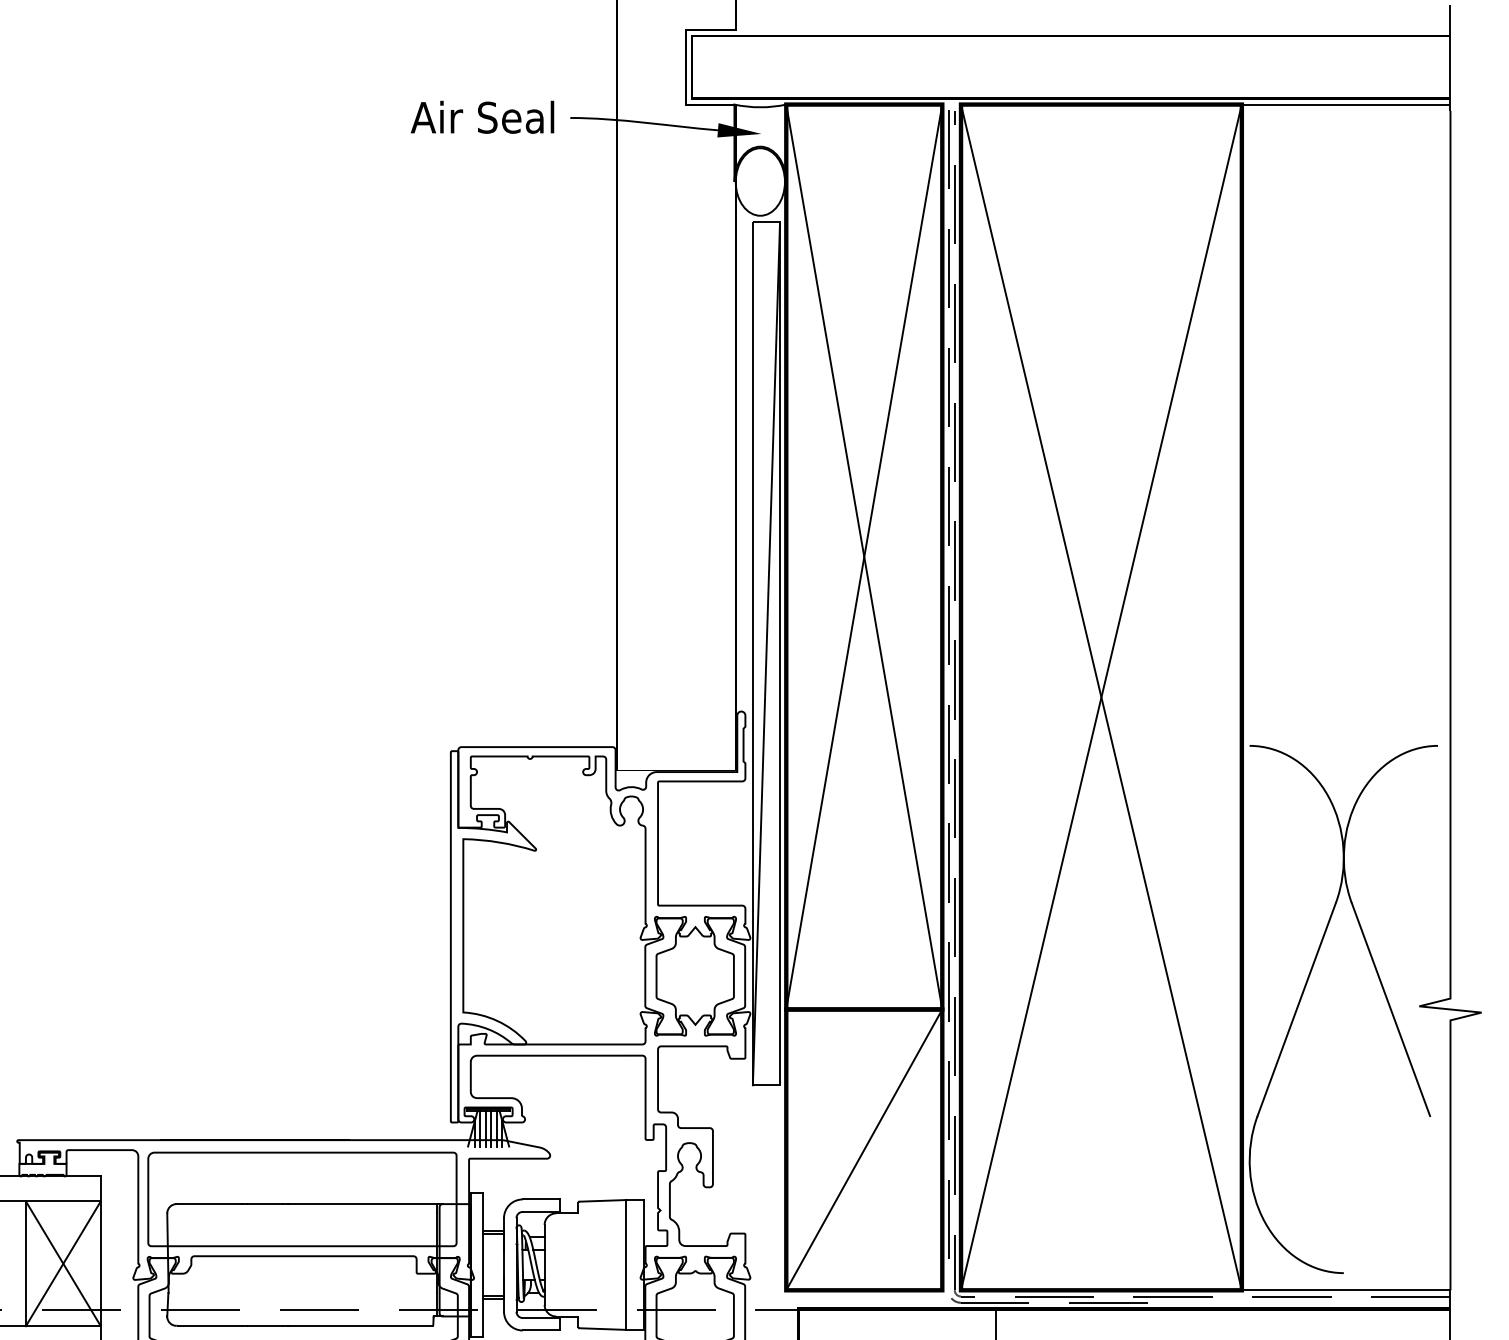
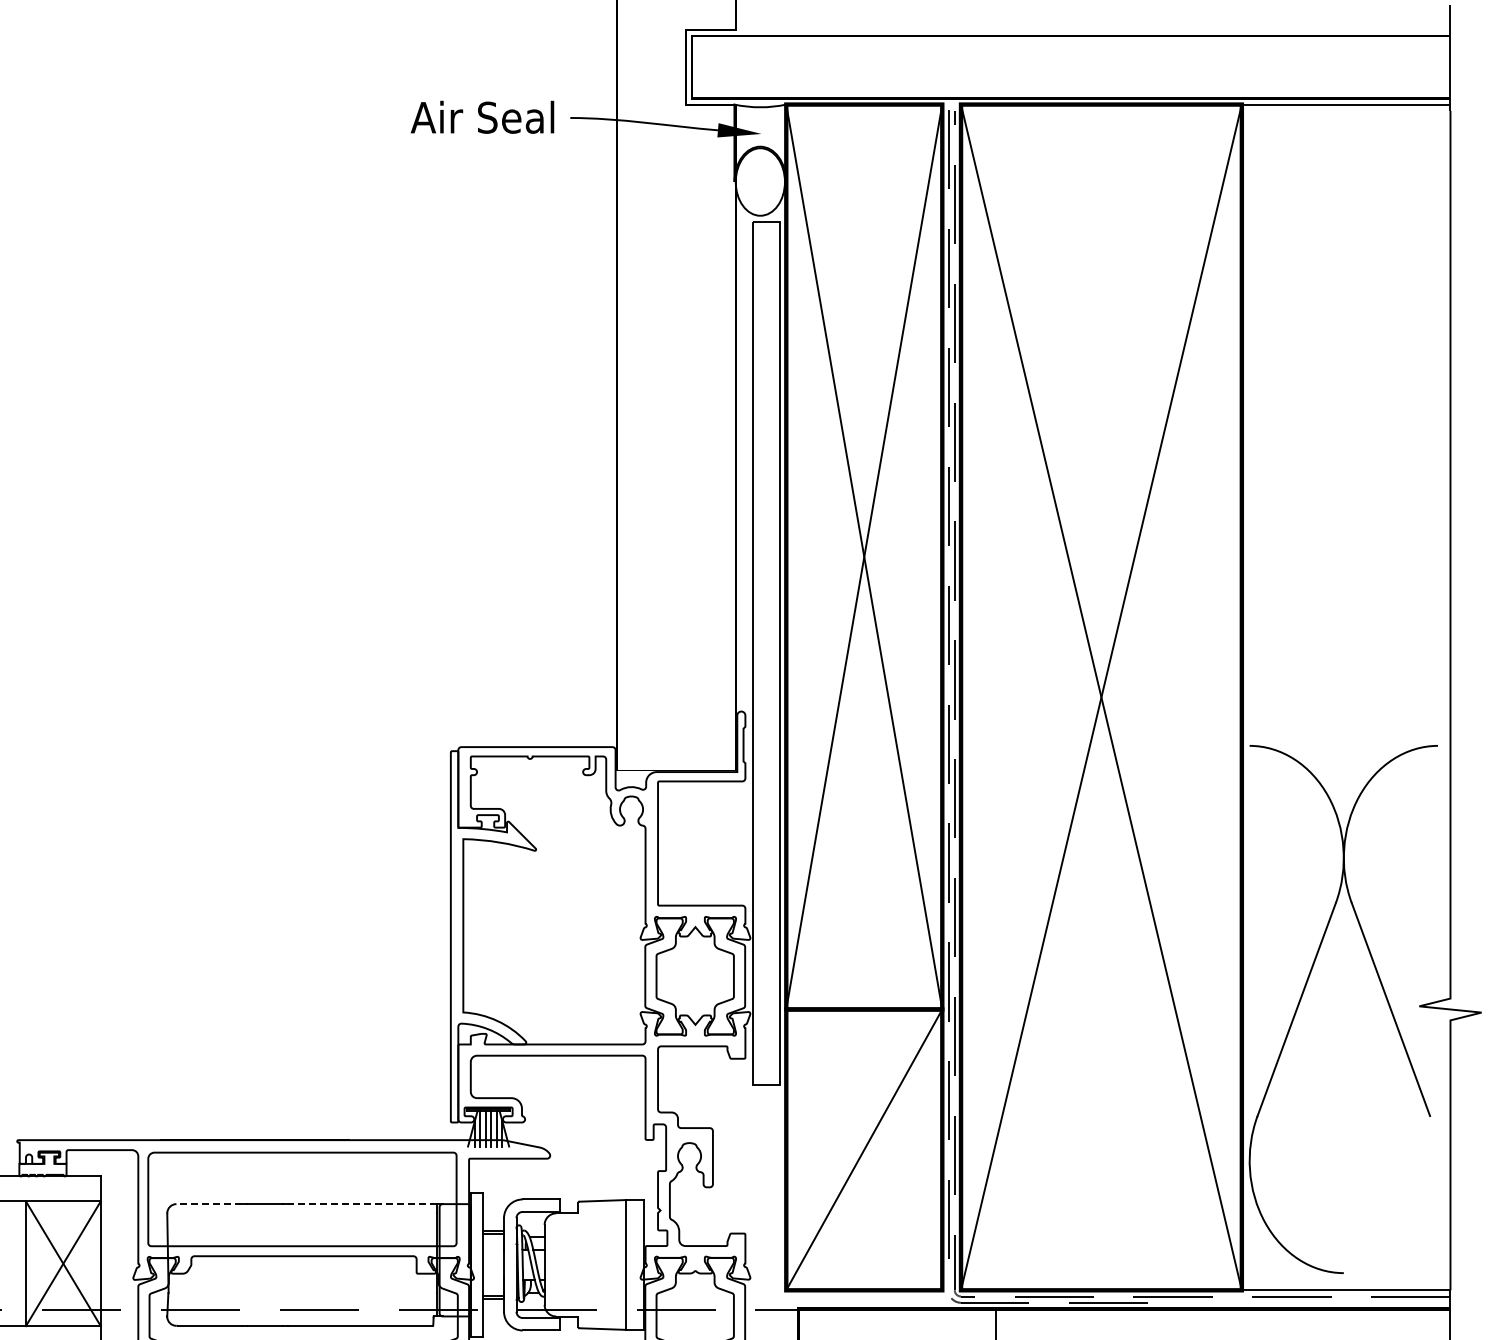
line at (766, 653): present -> none
line at (209, 1204): solid -> dashed
line at (361, 1204): solid -> dashed
